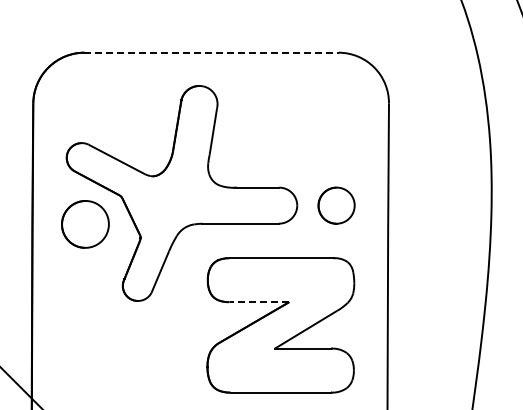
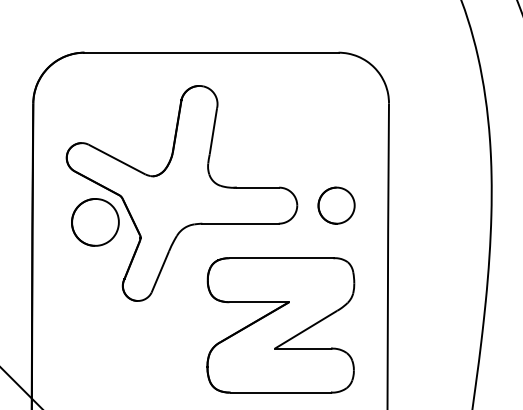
line at (211, 52): dashed -> solid
part at (85, 224) position: (85, 224) -> (95, 222)
line at (259, 302): dashed -> solid
